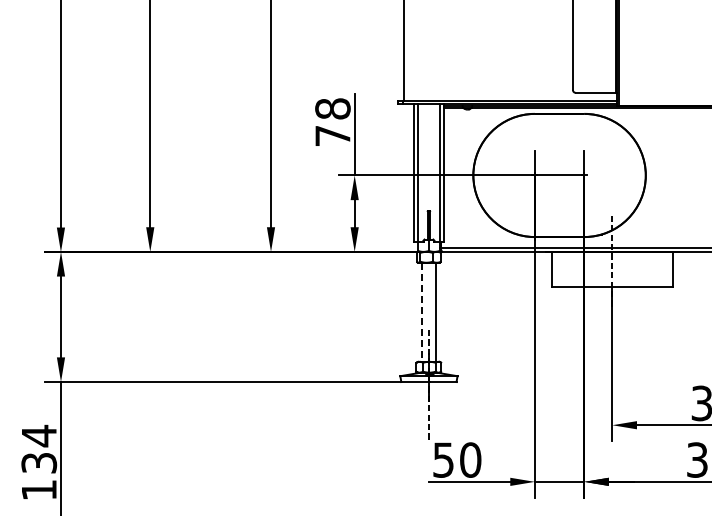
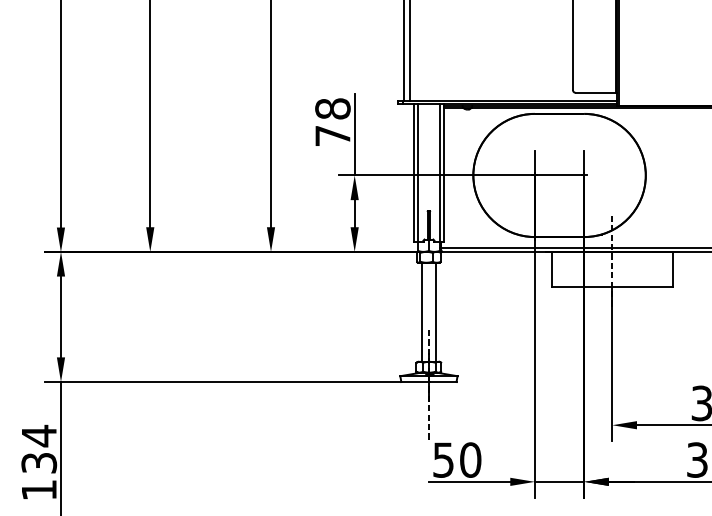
line at (410, 51): none -> present
line at (422, 312): dashed -> solid
